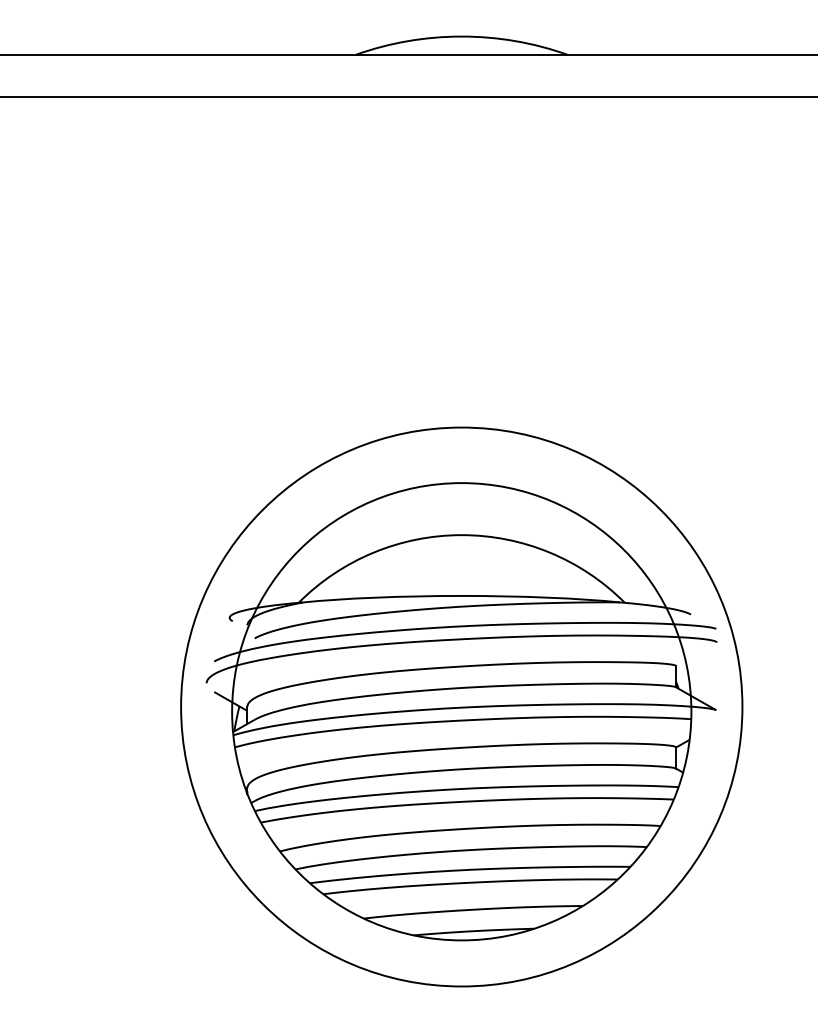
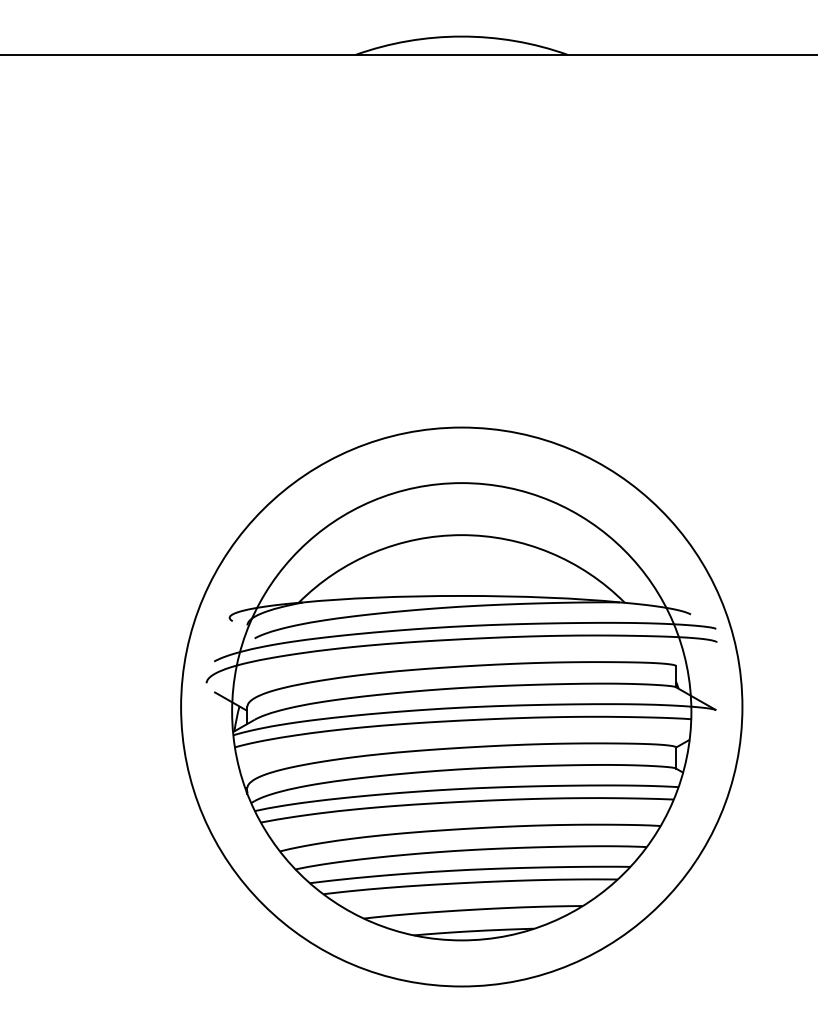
line at (408, 97): present -> none
